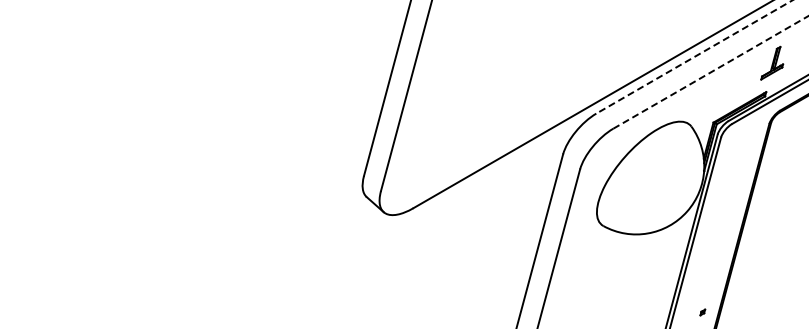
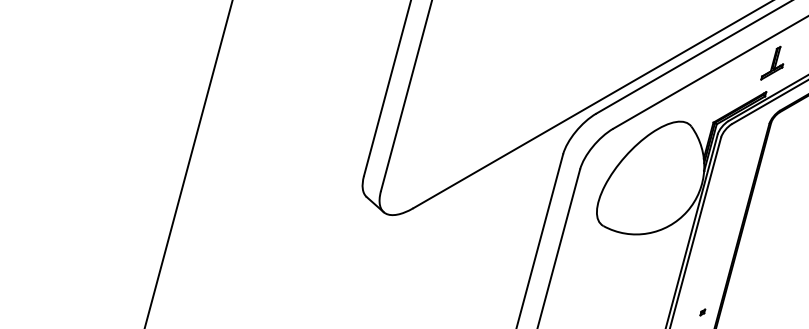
line at (694, 57): dashed -> solid
line at (711, 72): dashed -> solid
line at (188, 163): none -> present
